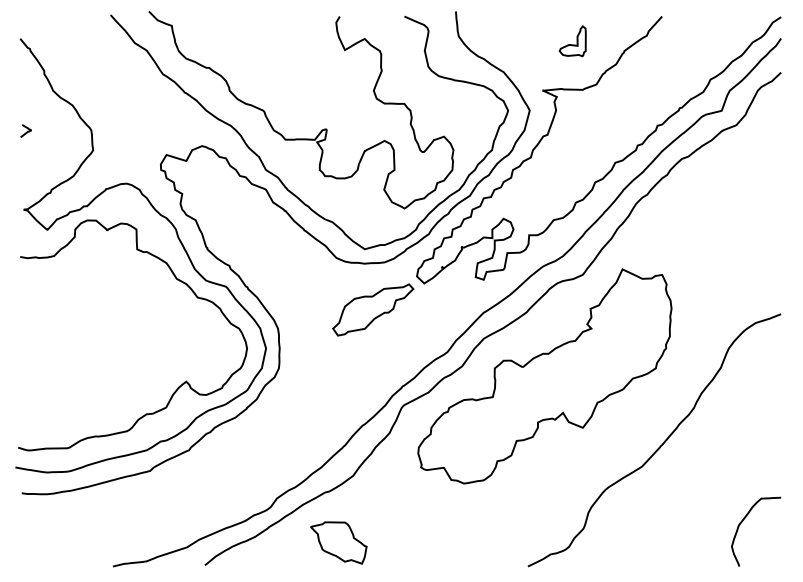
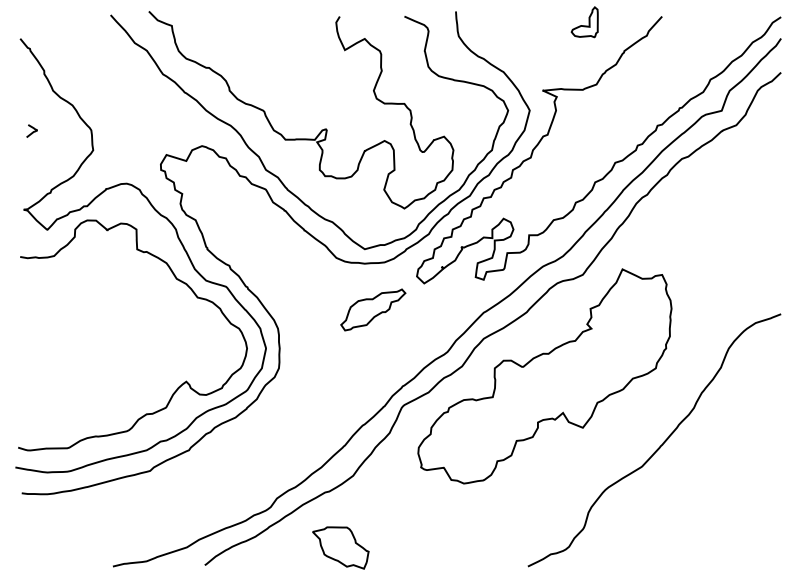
part at (572, 41) position: (572, 41) -> (584, 22)
curve at (26, 131) position: (26, 131) -> (32, 131)
part at (373, 309) size: 83x54 px -> 67x44 px
curve at (743, 521): present -> none
part at (338, 542) position: (338, 542) -> (340, 547)
